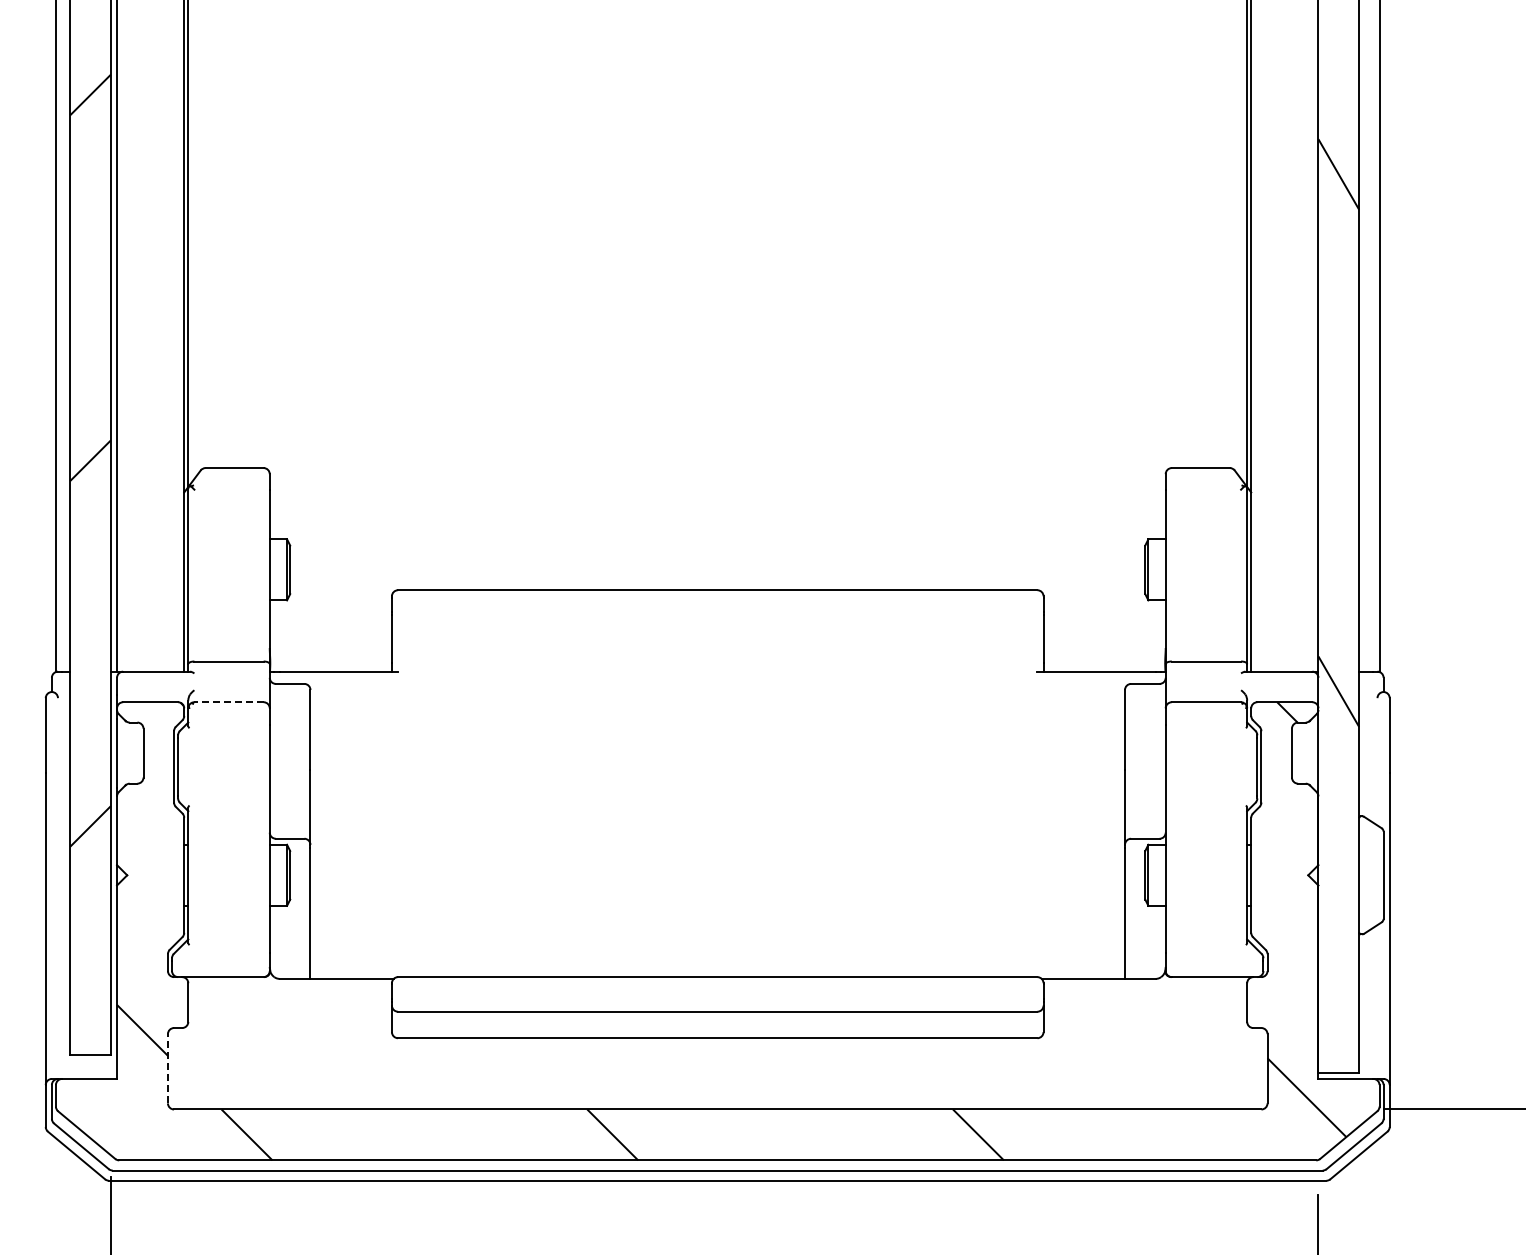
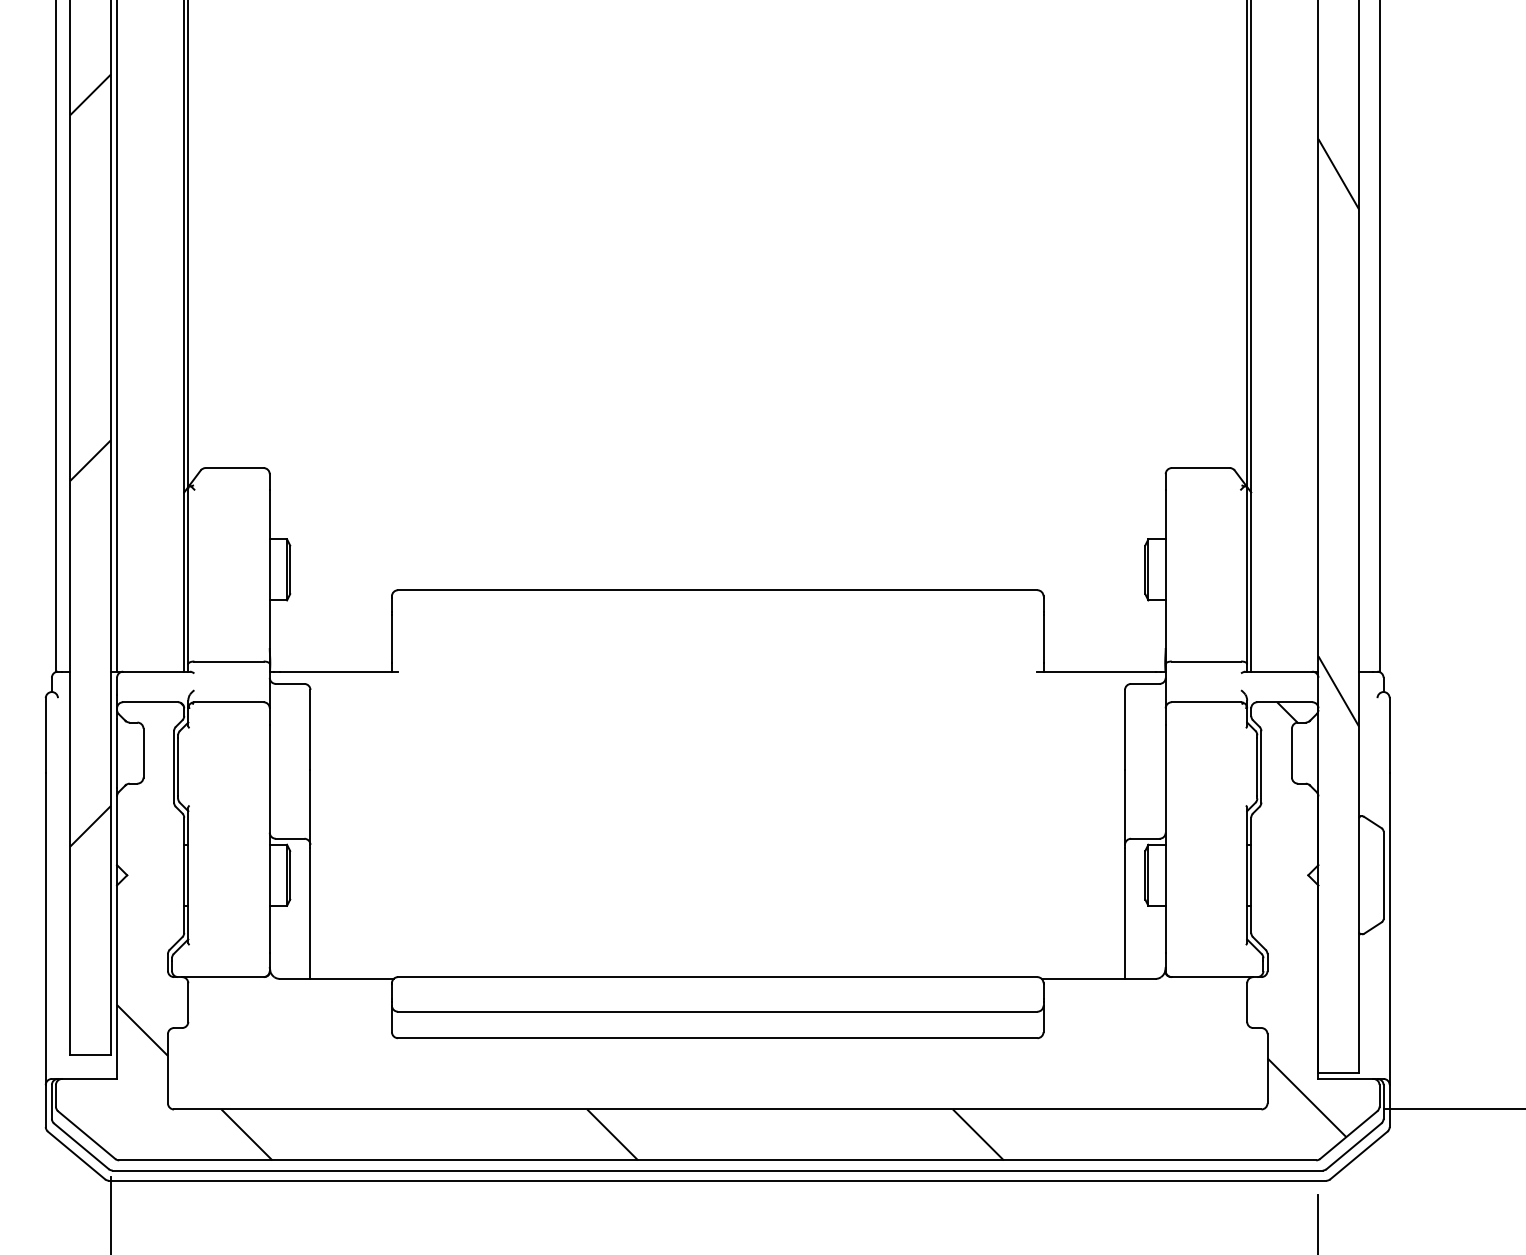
line at (229, 702): dashed -> solid
line at (167, 1068): dashed -> solid
